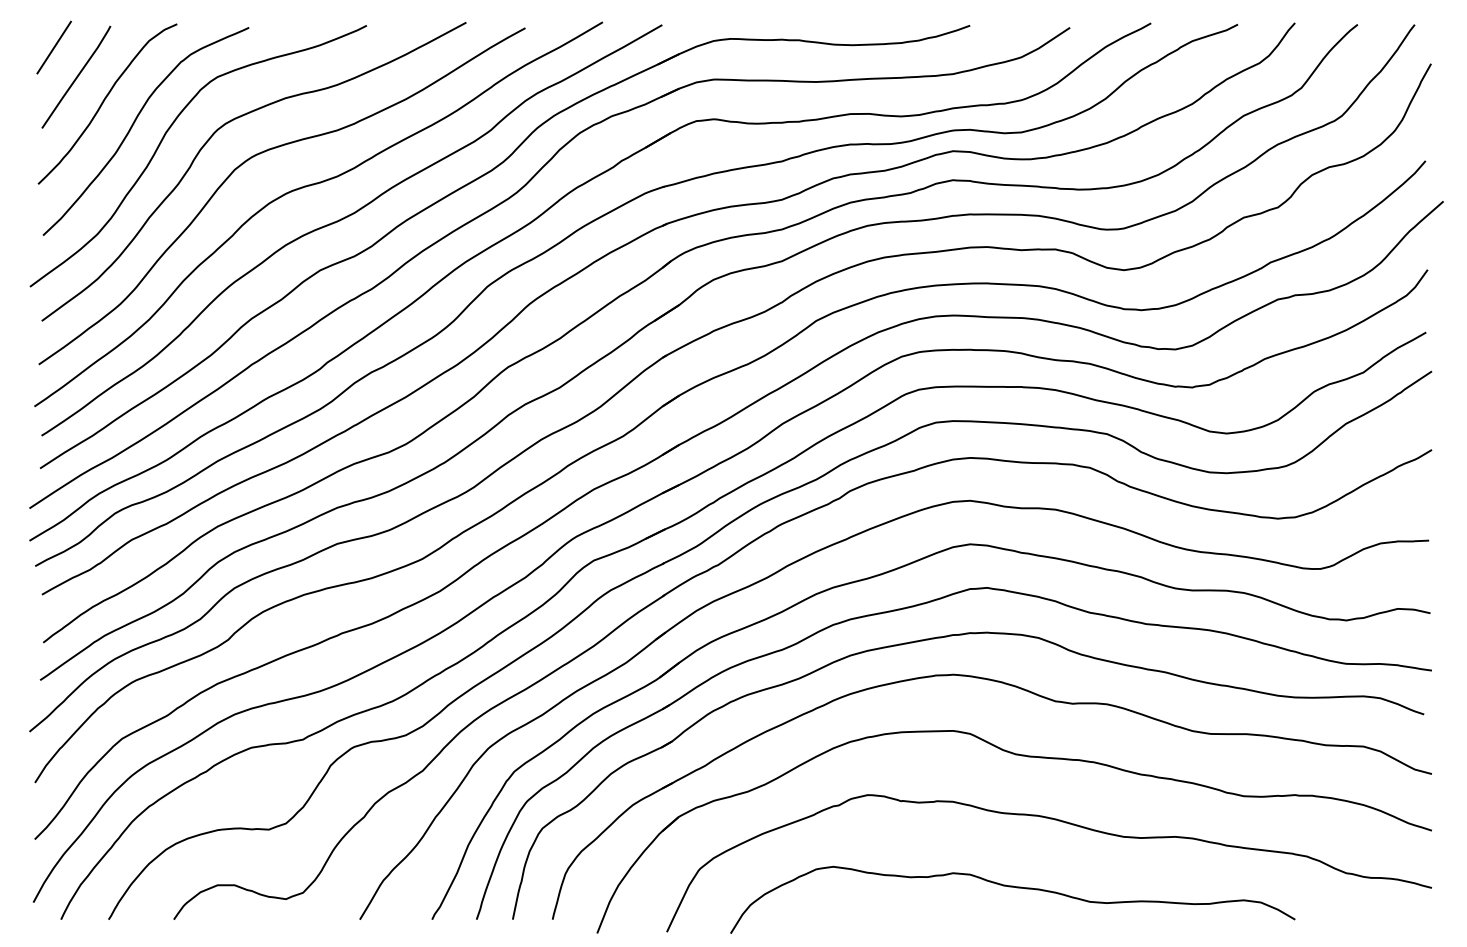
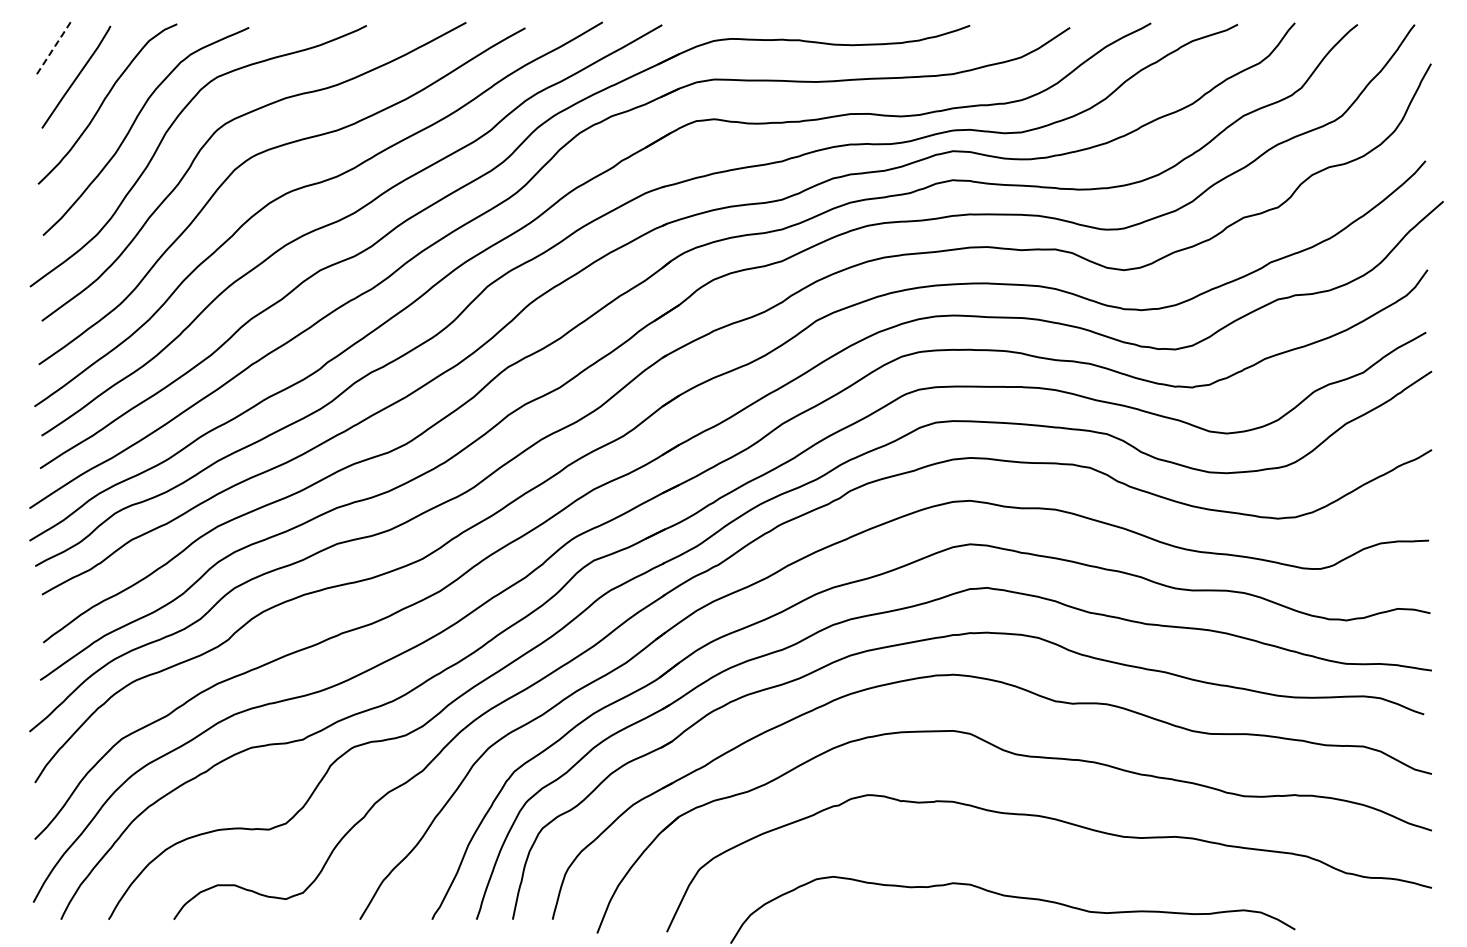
line at (54, 47): solid -> dashed
curve at (1016, 888) position: (1016, 888) -> (1016, 898)
